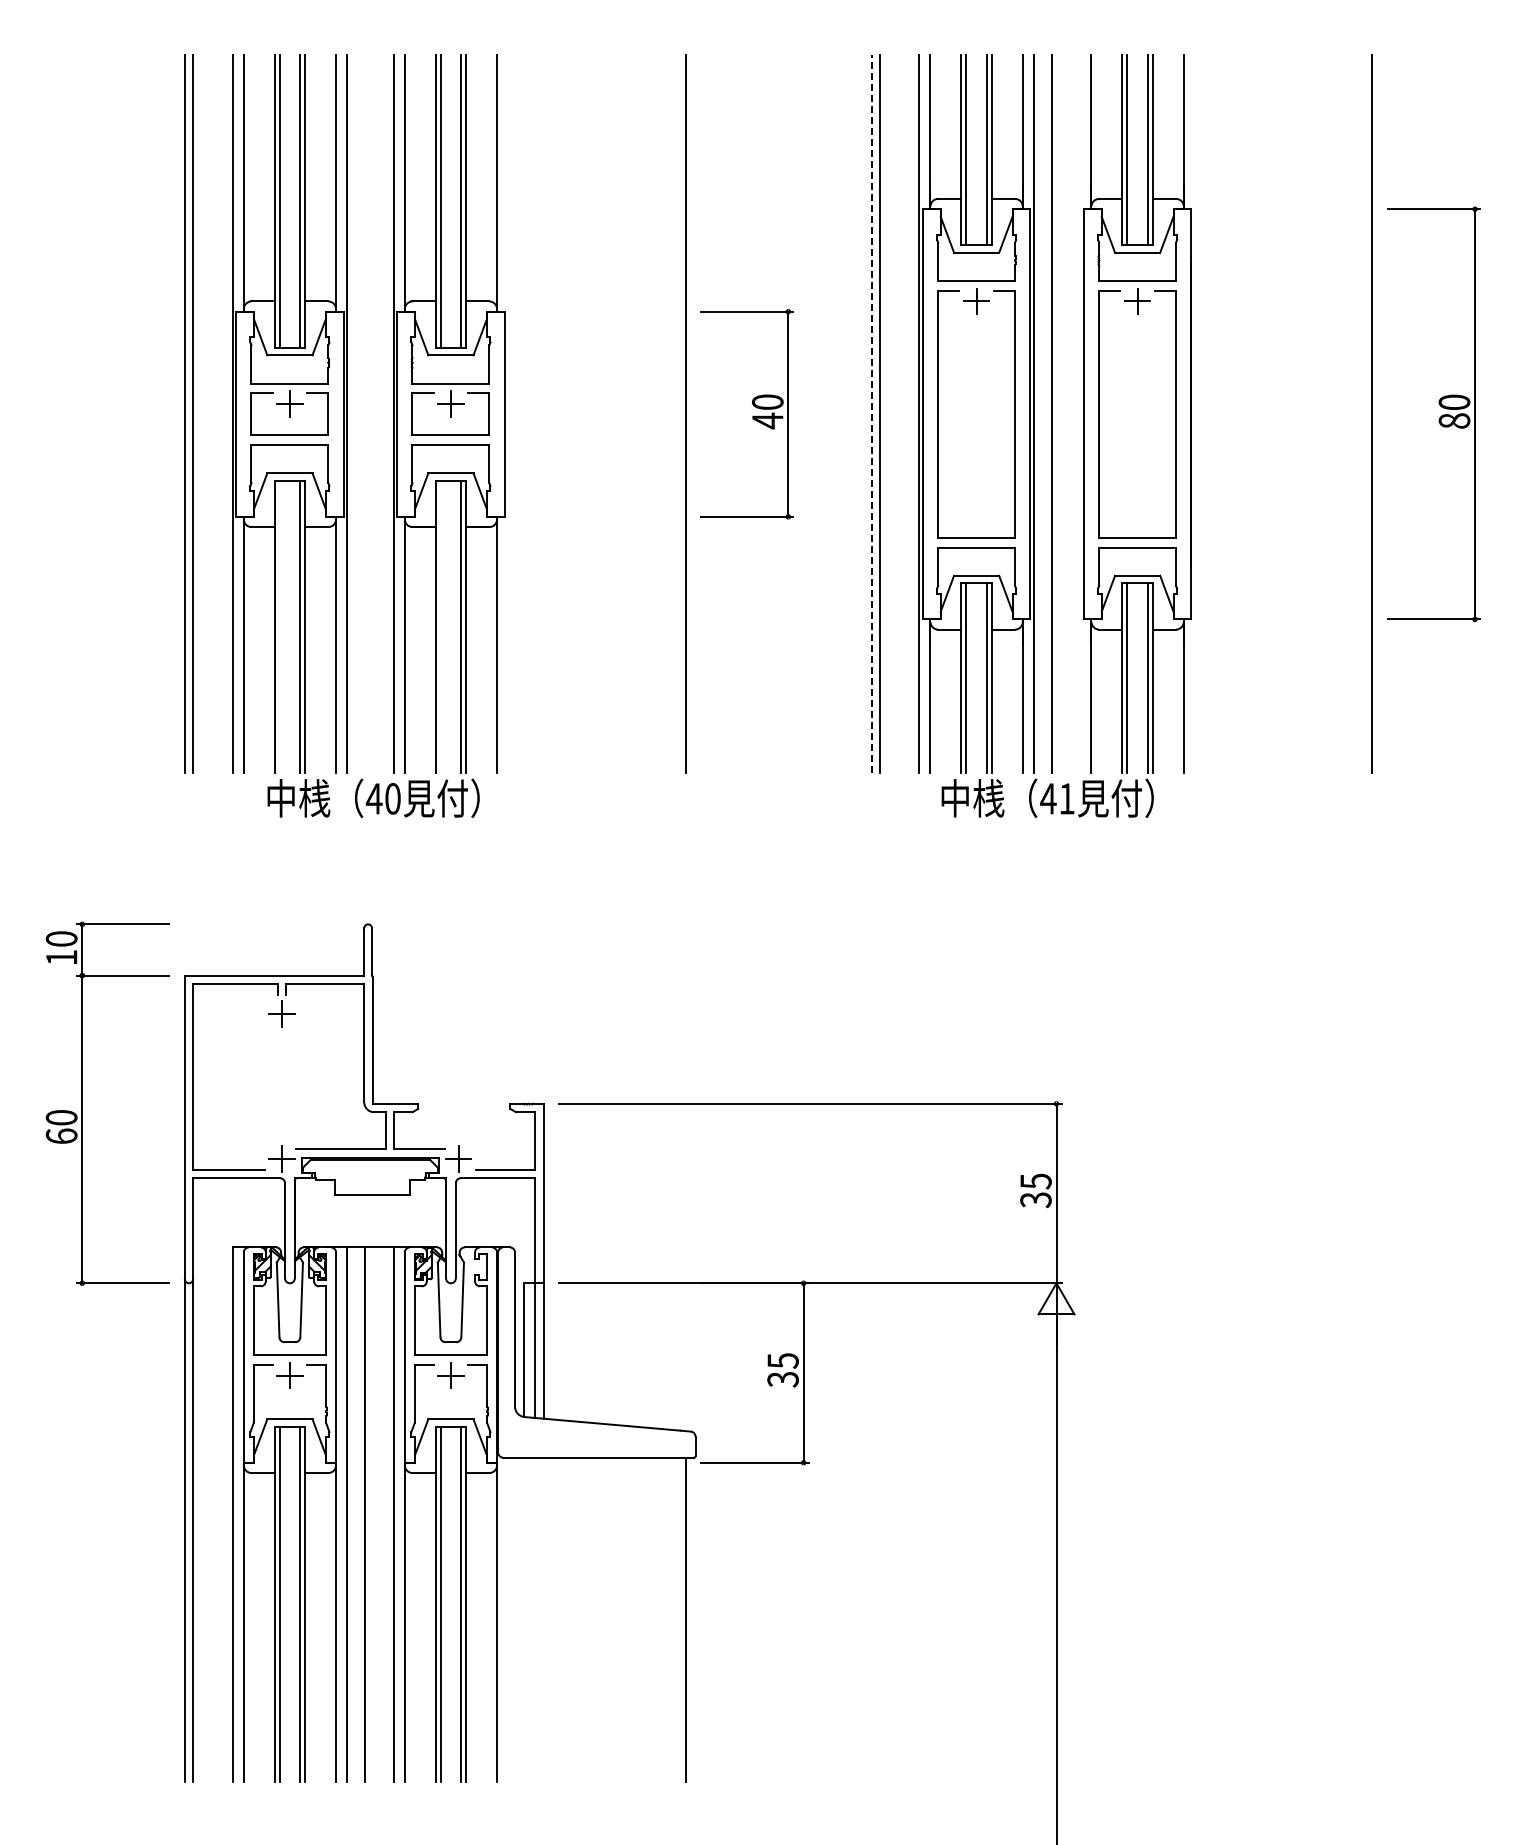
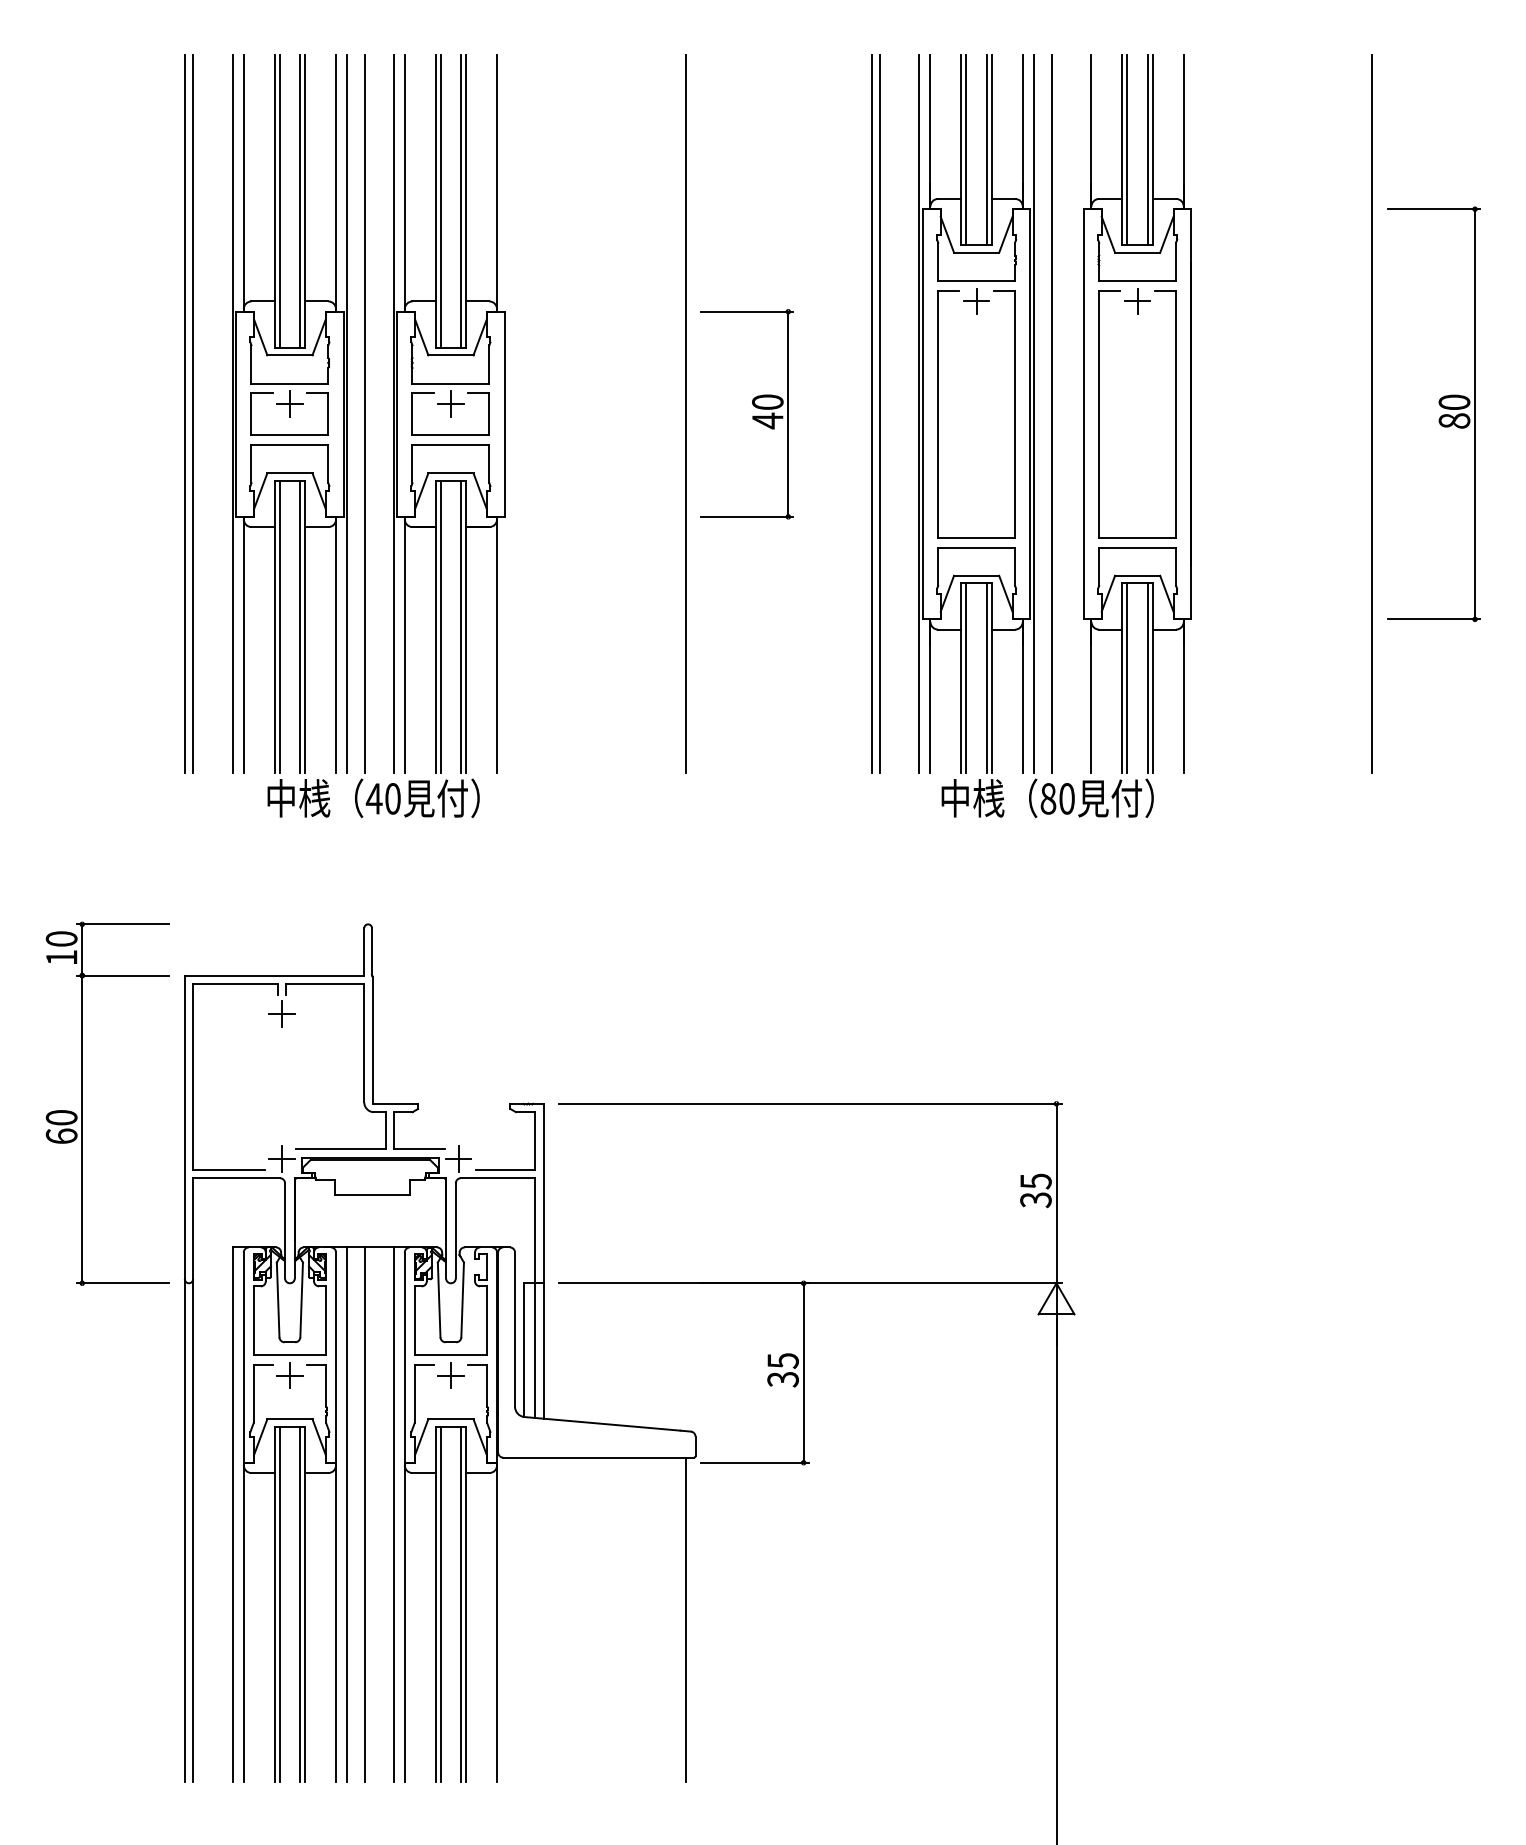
line at (365, 414): none -> present
line at (871, 414): dashed -> solid
line at (279, 626): none -> present
line at (440, 626): none -> present
text at (1056, 798): 41 -> 80
